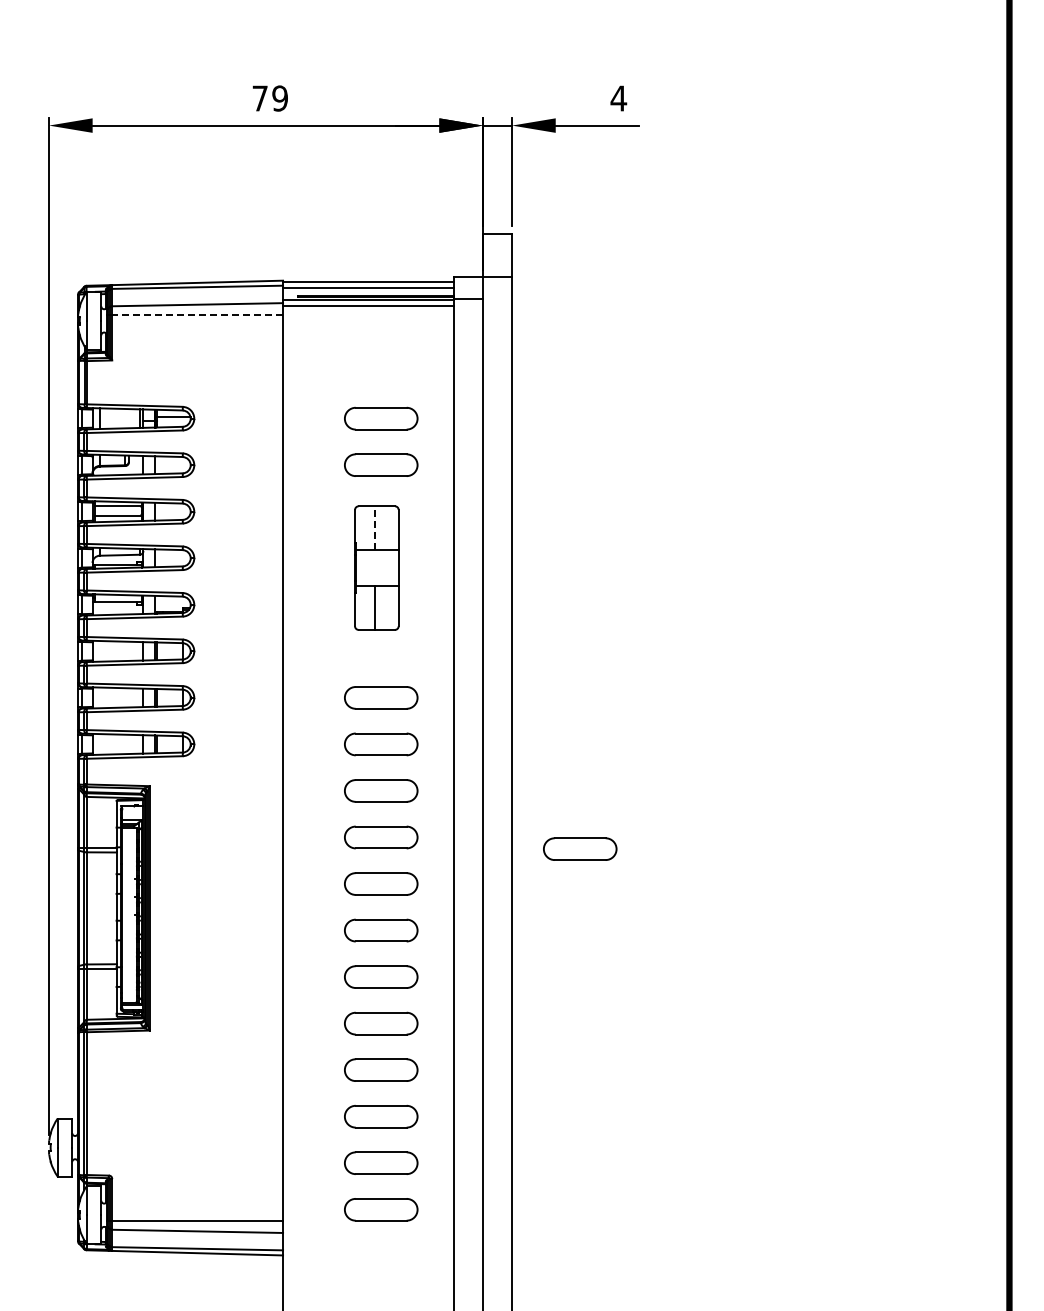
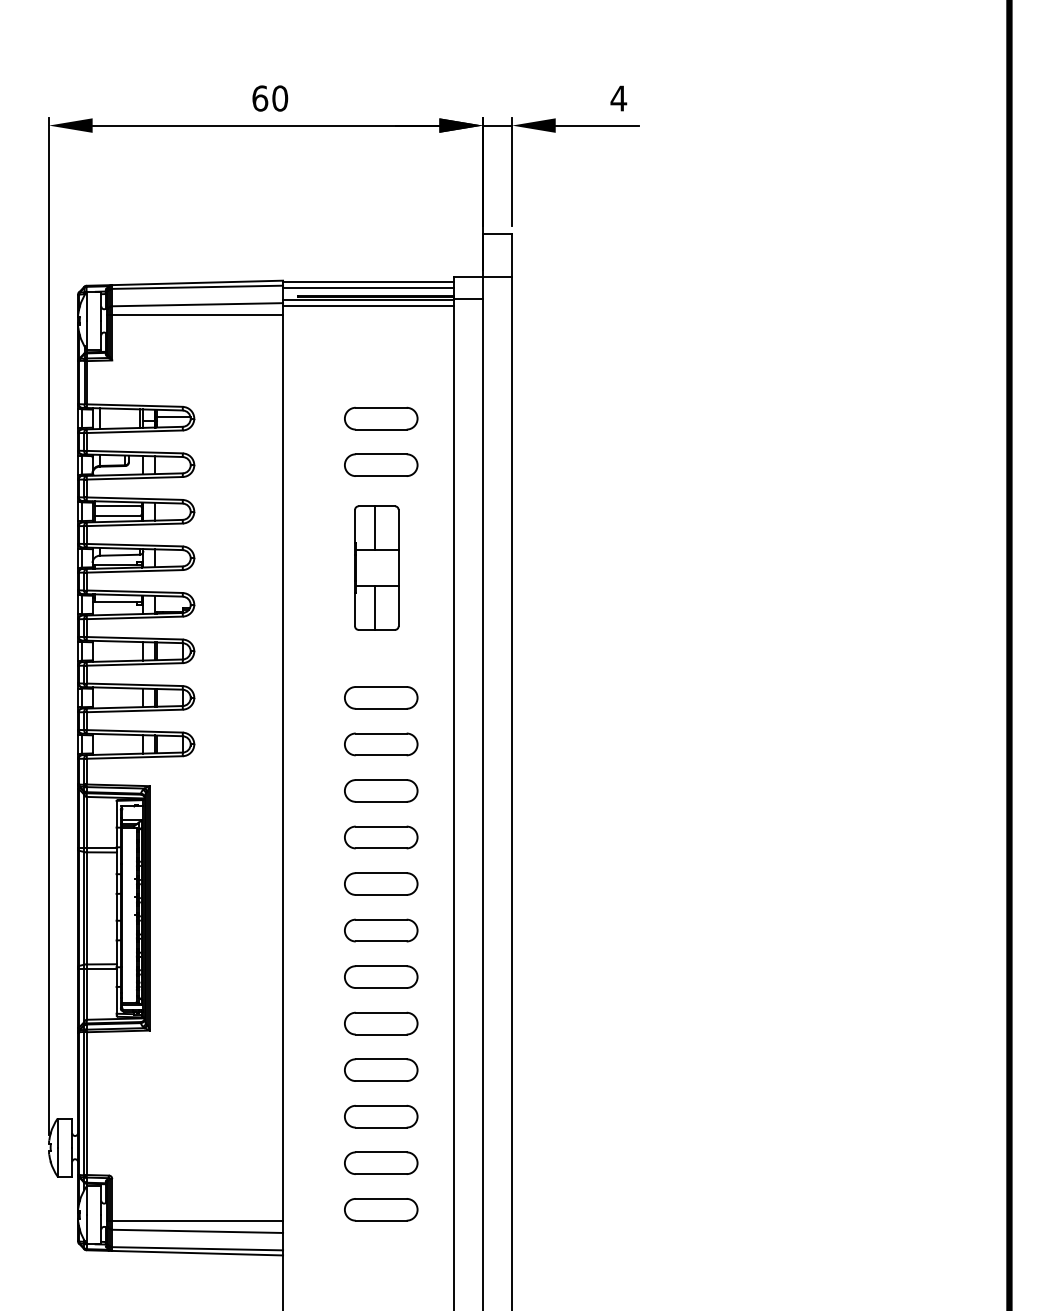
text at (270, 98): 79 -> 60
line at (197, 315): dashed -> solid
line at (375, 528): dashed -> solid
part at (580, 848): present -> none
